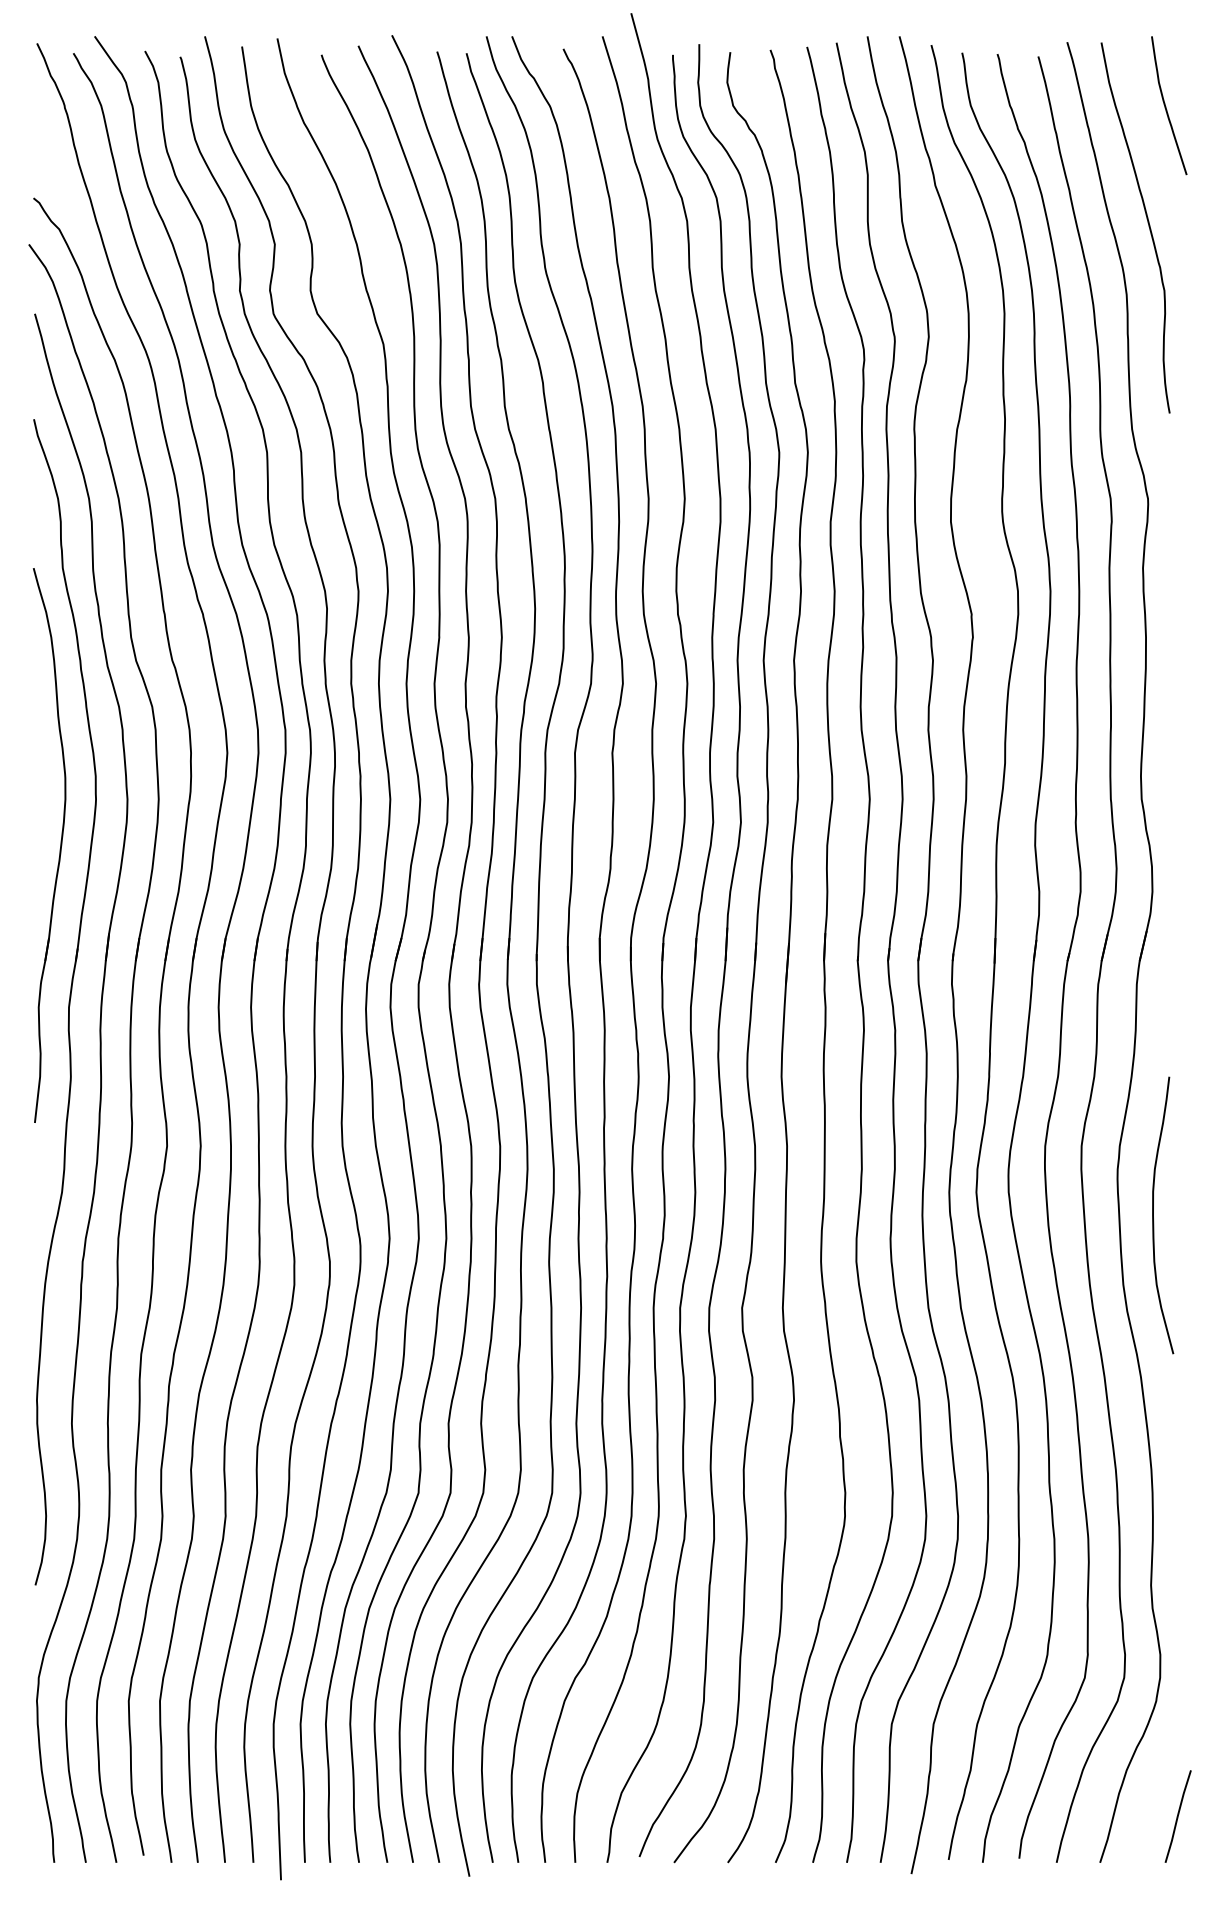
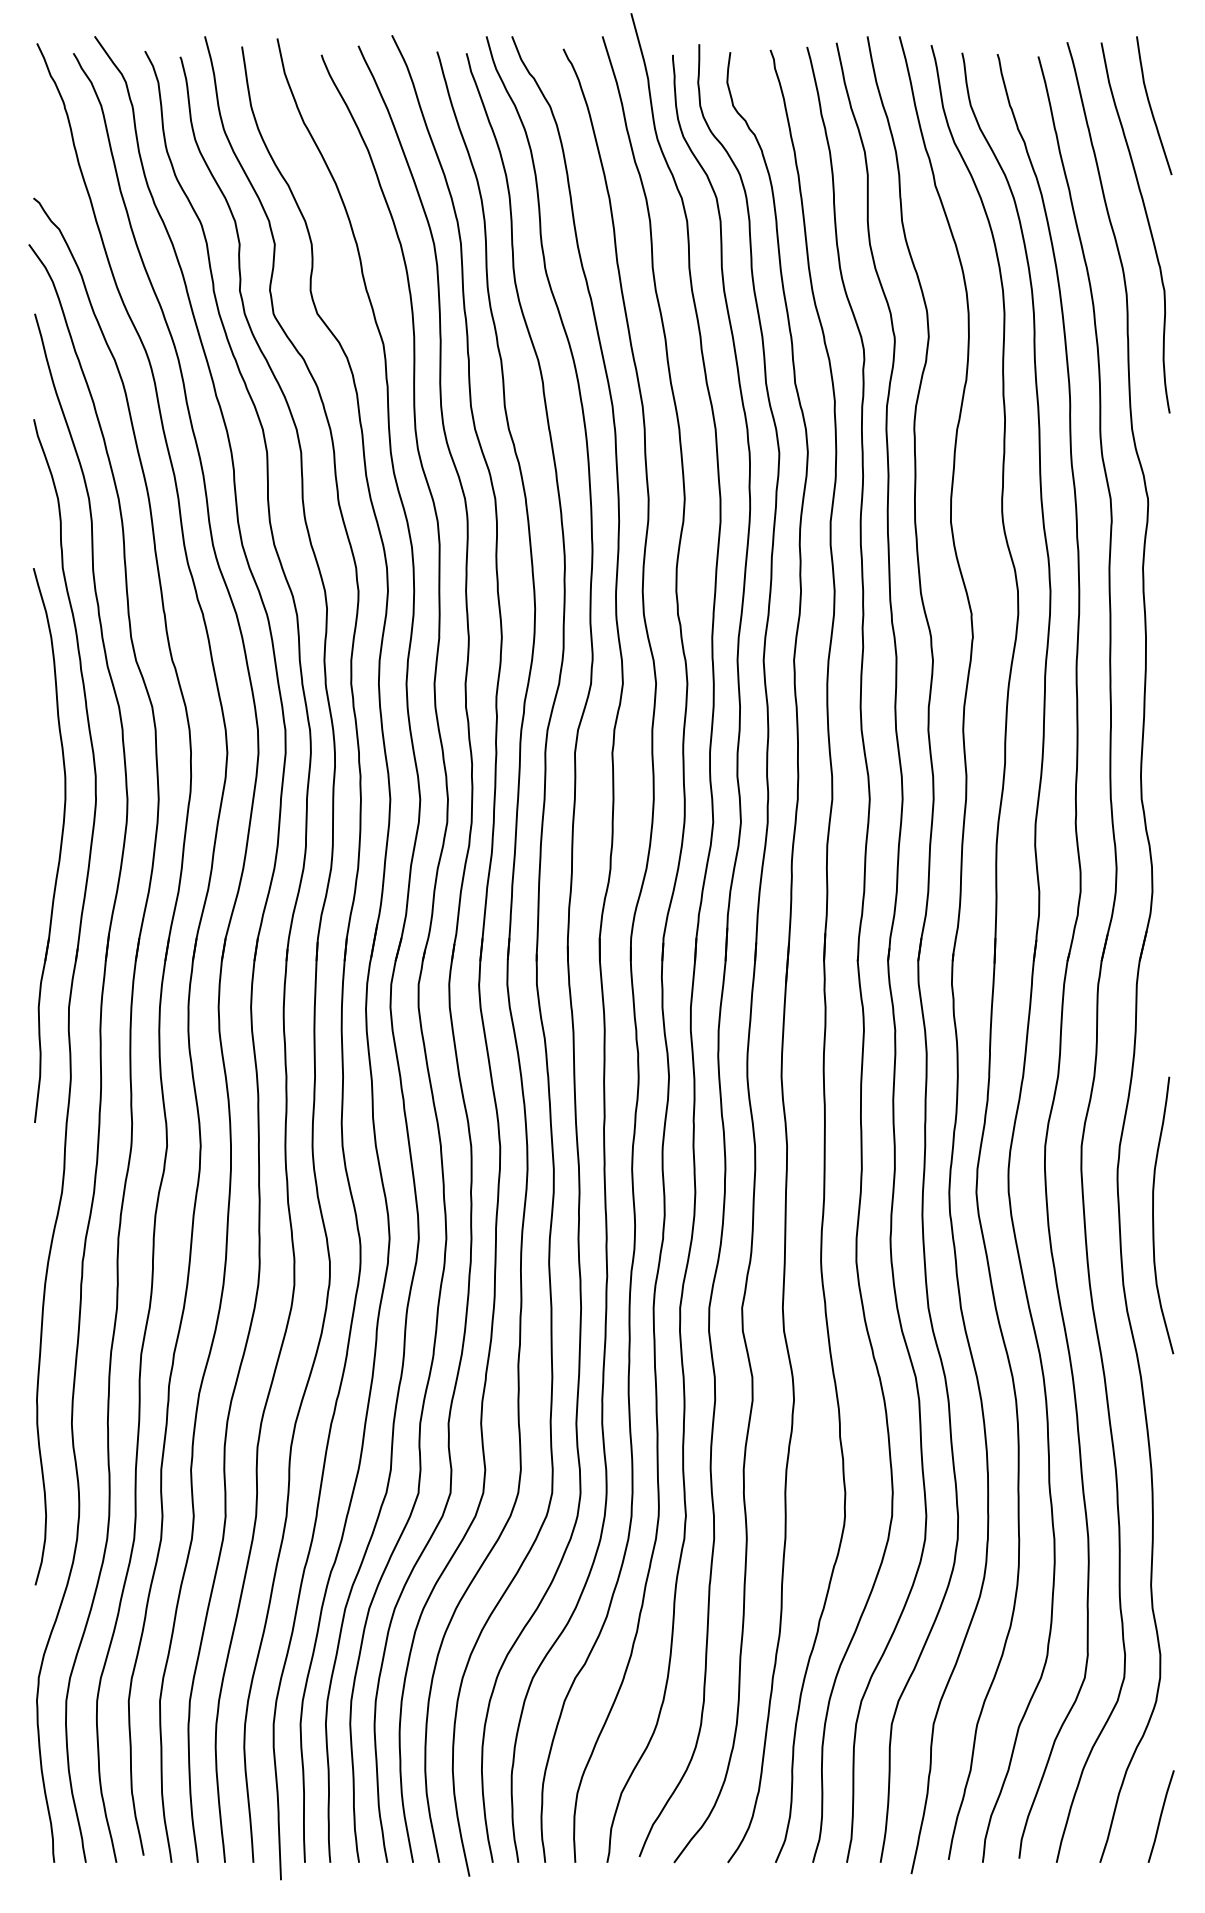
curve at (1166, 106) position: (1166, 106) -> (1151, 106)
line at (1177, 1816) position: (1177, 1816) -> (1160, 1816)
